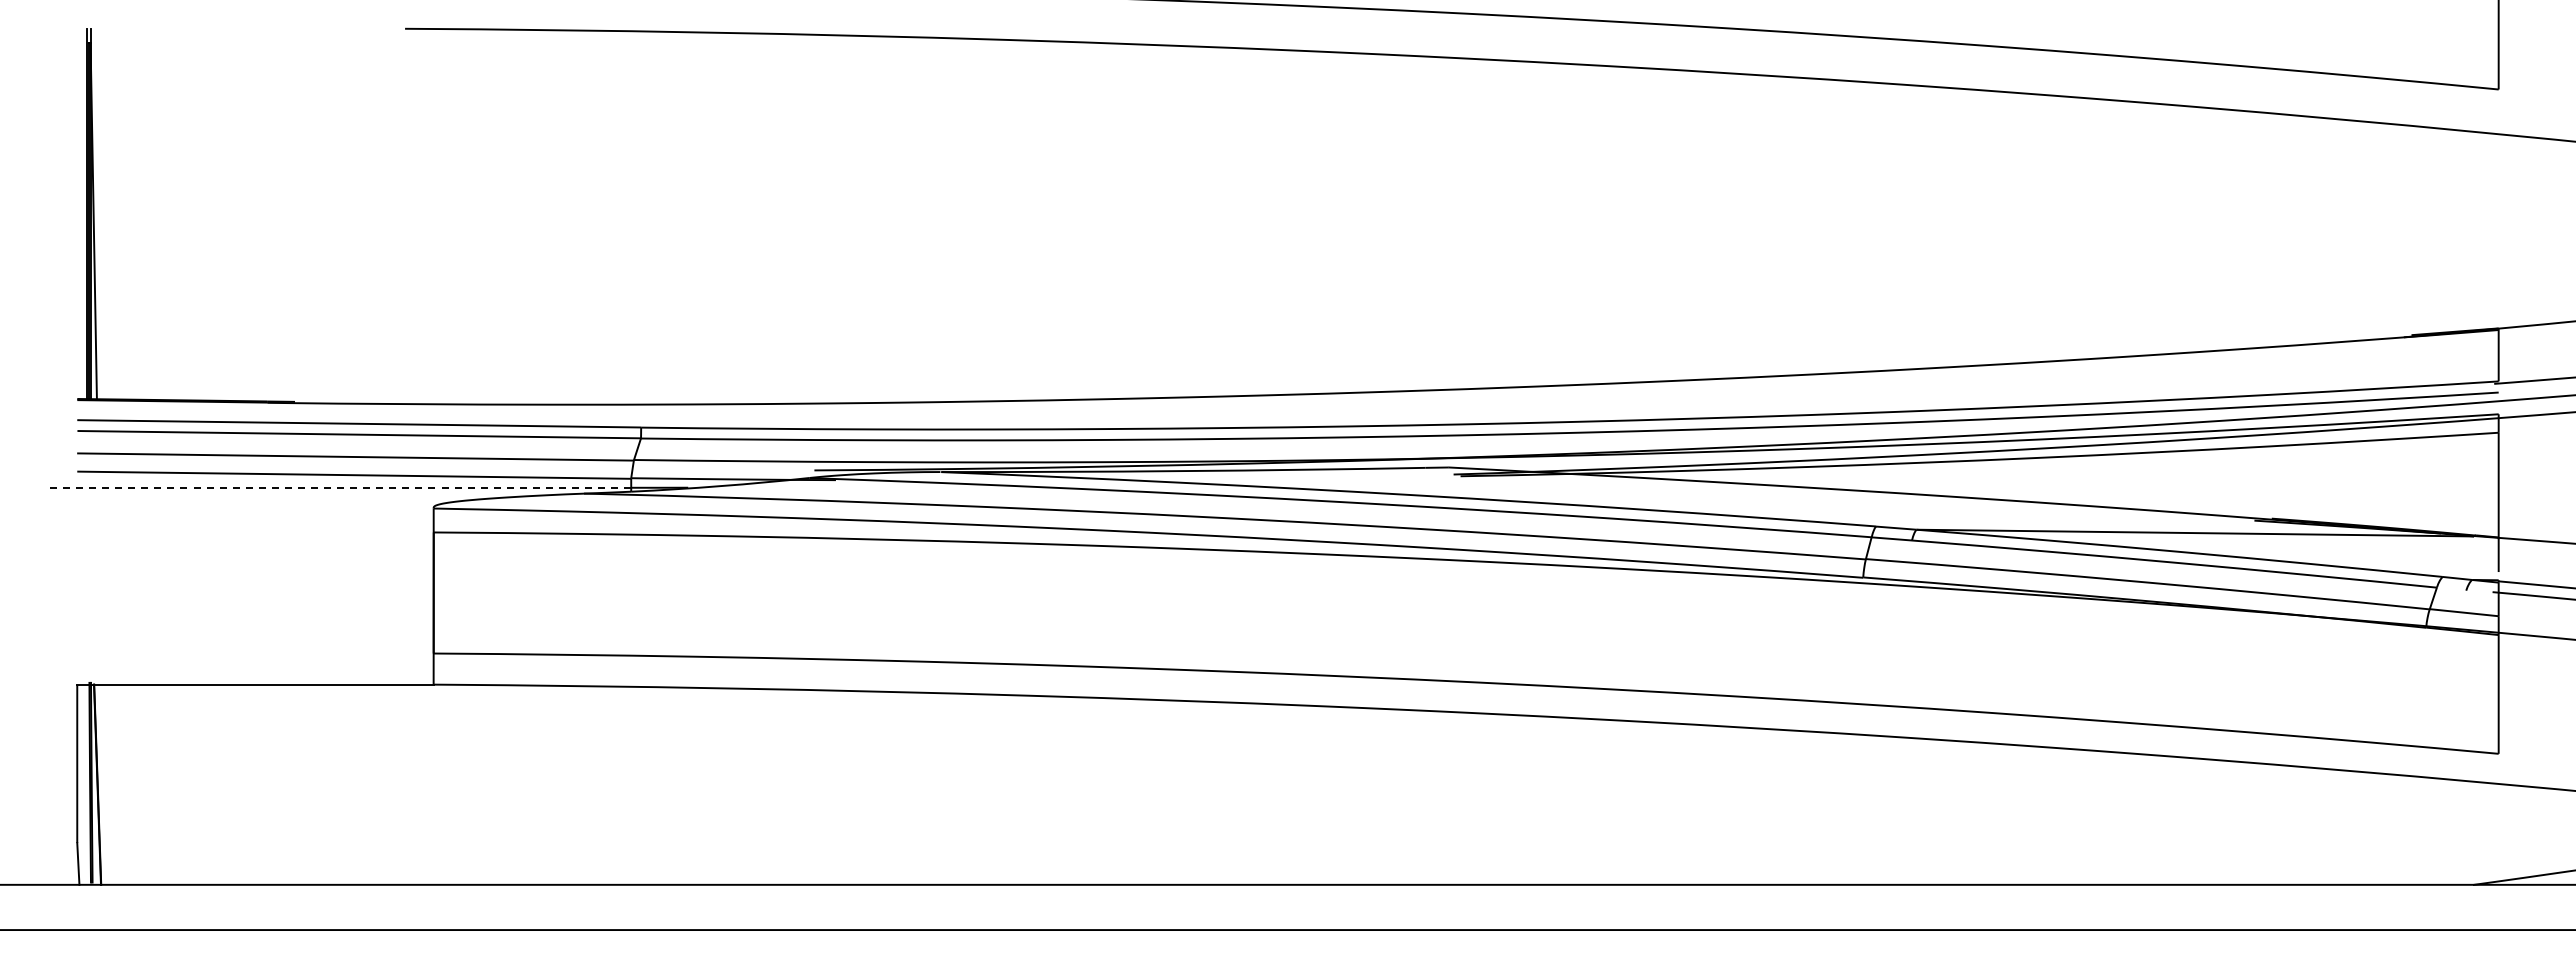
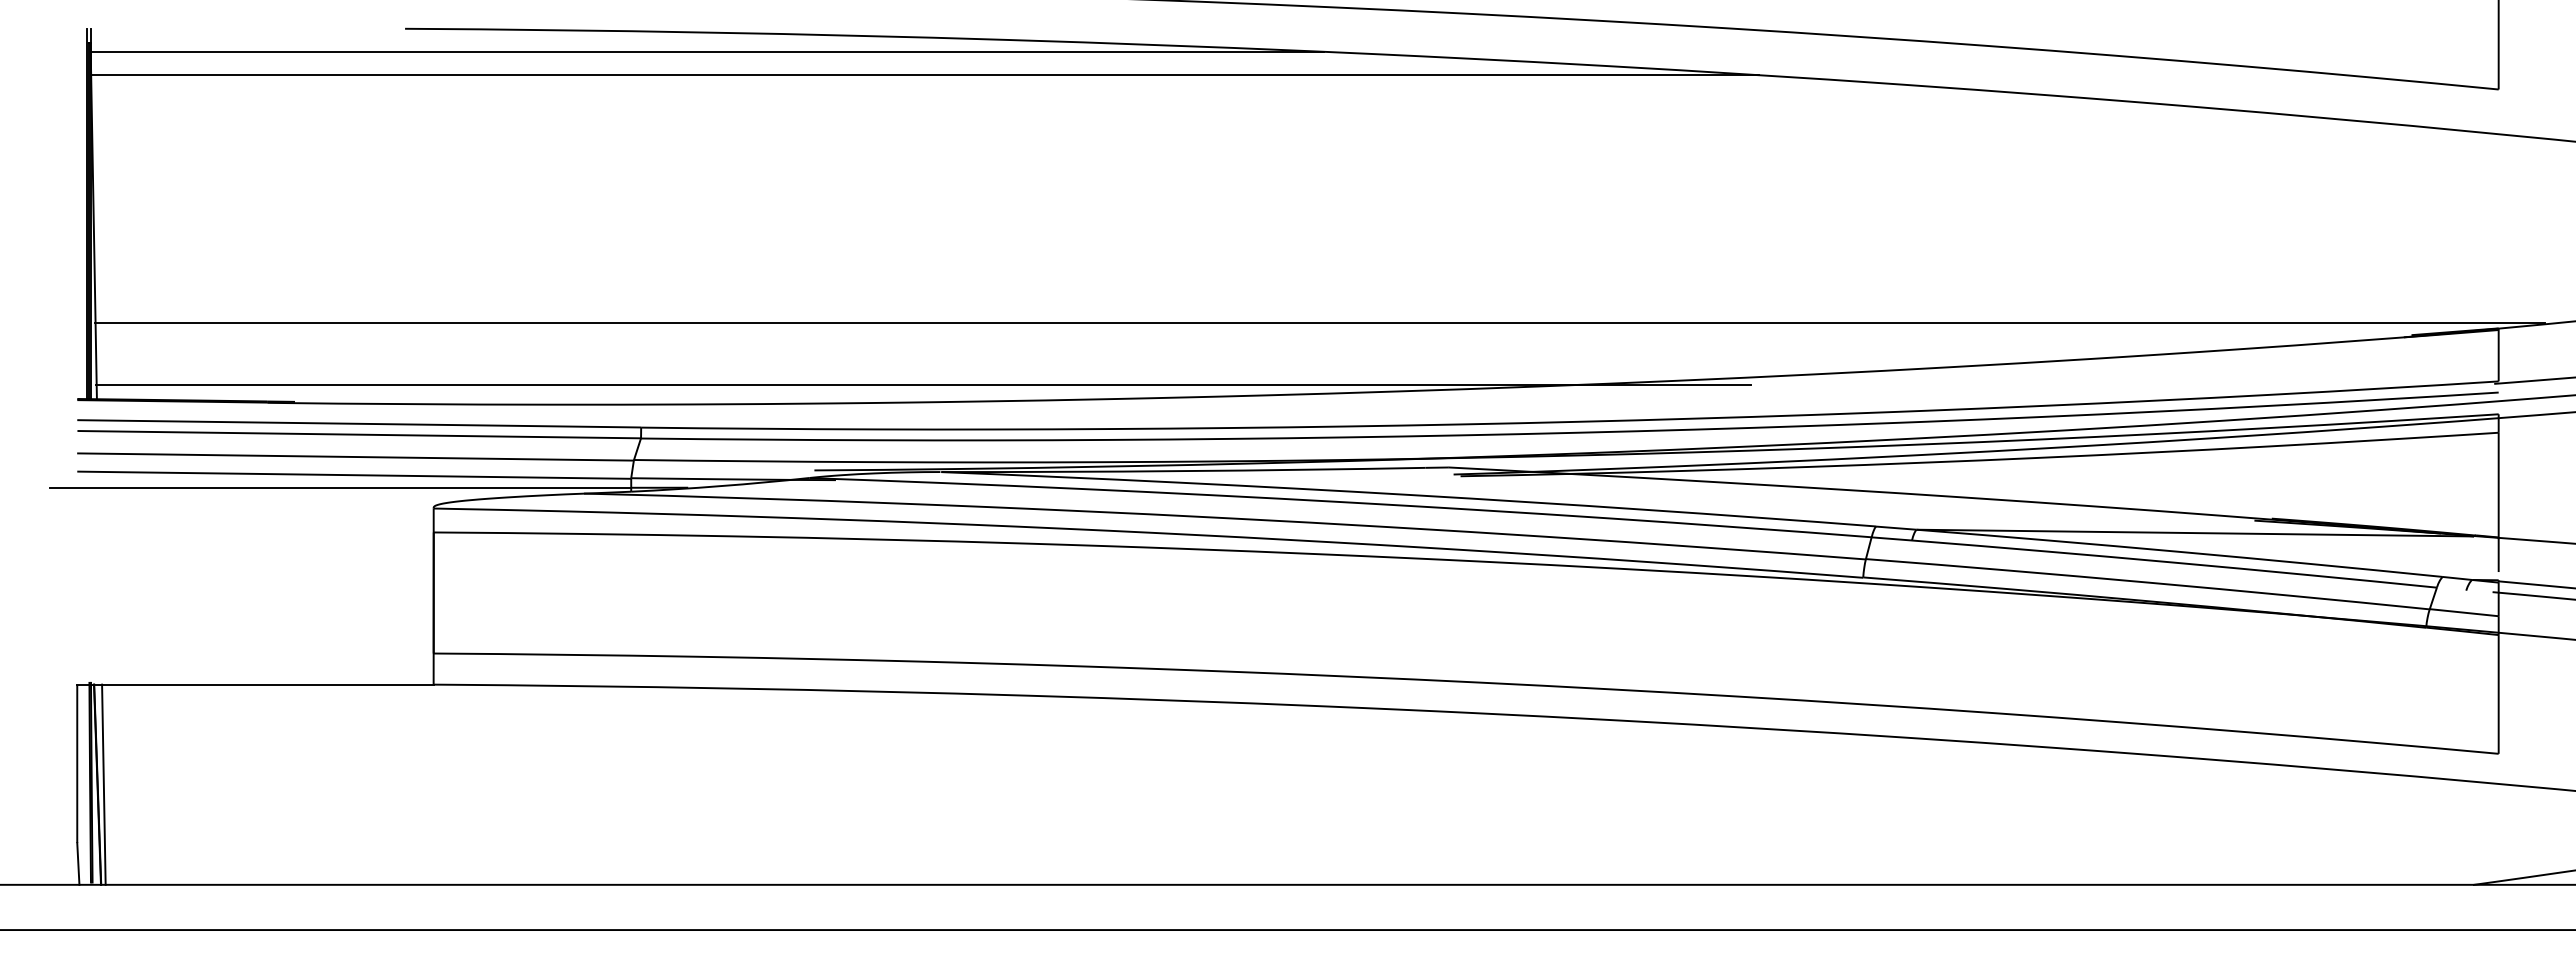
line at (707, 51): none -> present
line at (924, 75): none -> present
line at (1319, 323): none -> present
line at (923, 385): none -> present
line at (340, 487): dashed -> solid
line at (103, 784): none -> present
